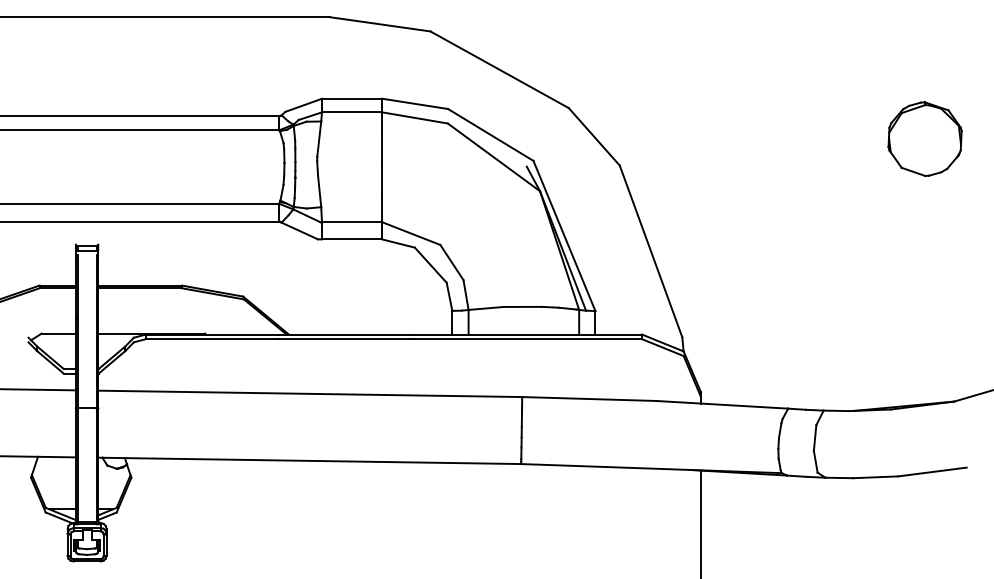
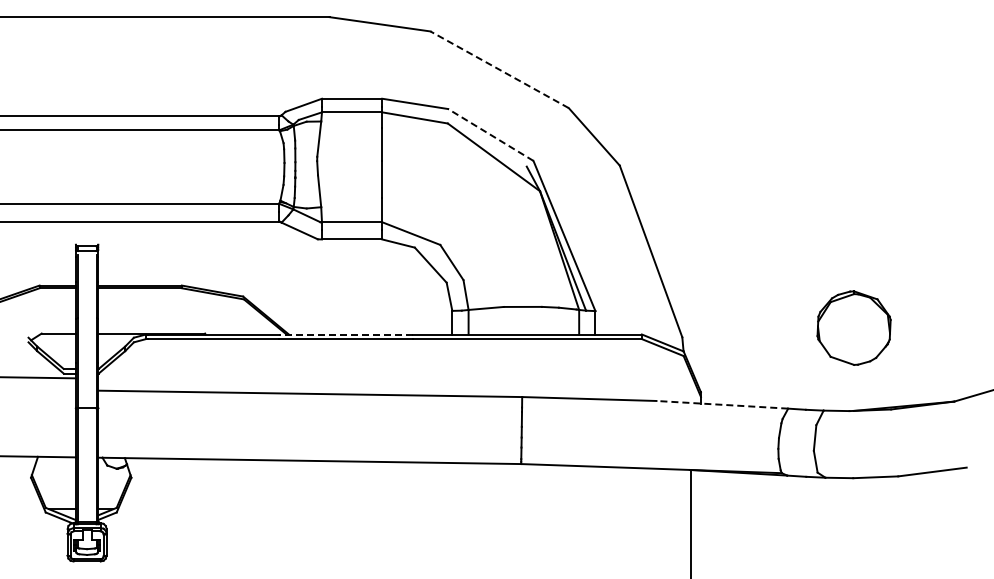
line at (499, 69): solid -> dashed
line at (490, 134): solid -> dashed
part at (924, 138) position: (924, 138) -> (853, 327)
line at (345, 334): solid -> dashed
line at (38, 389) position: (38, 389) -> (38, 377)
line at (722, 404): solid -> dashed
line at (700, 522) position: (700, 522) -> (690, 522)
